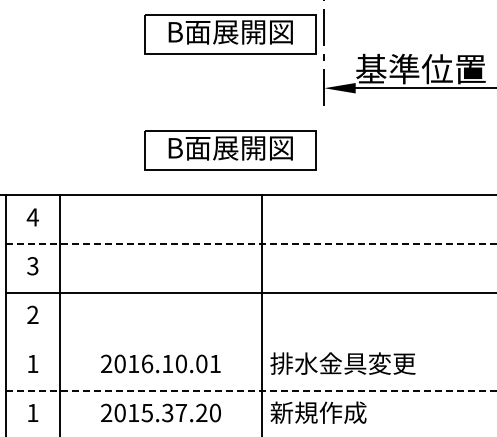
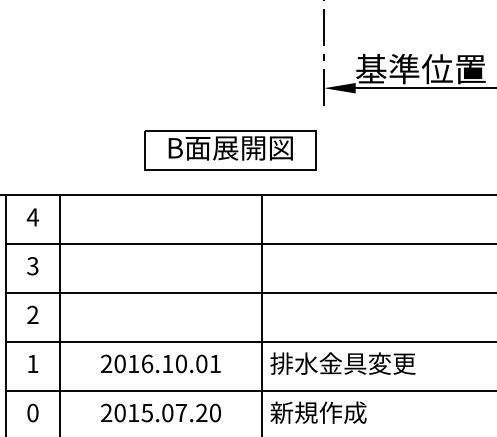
part at (230, 34): present -> none
line at (251, 244): dashed -> solid
line at (249, 341): none -> present
line at (251, 390): dashed -> solid
text at (32, 412): 1 -> 0
text at (167, 413): 2015.37.20 -> 2015.07.20
